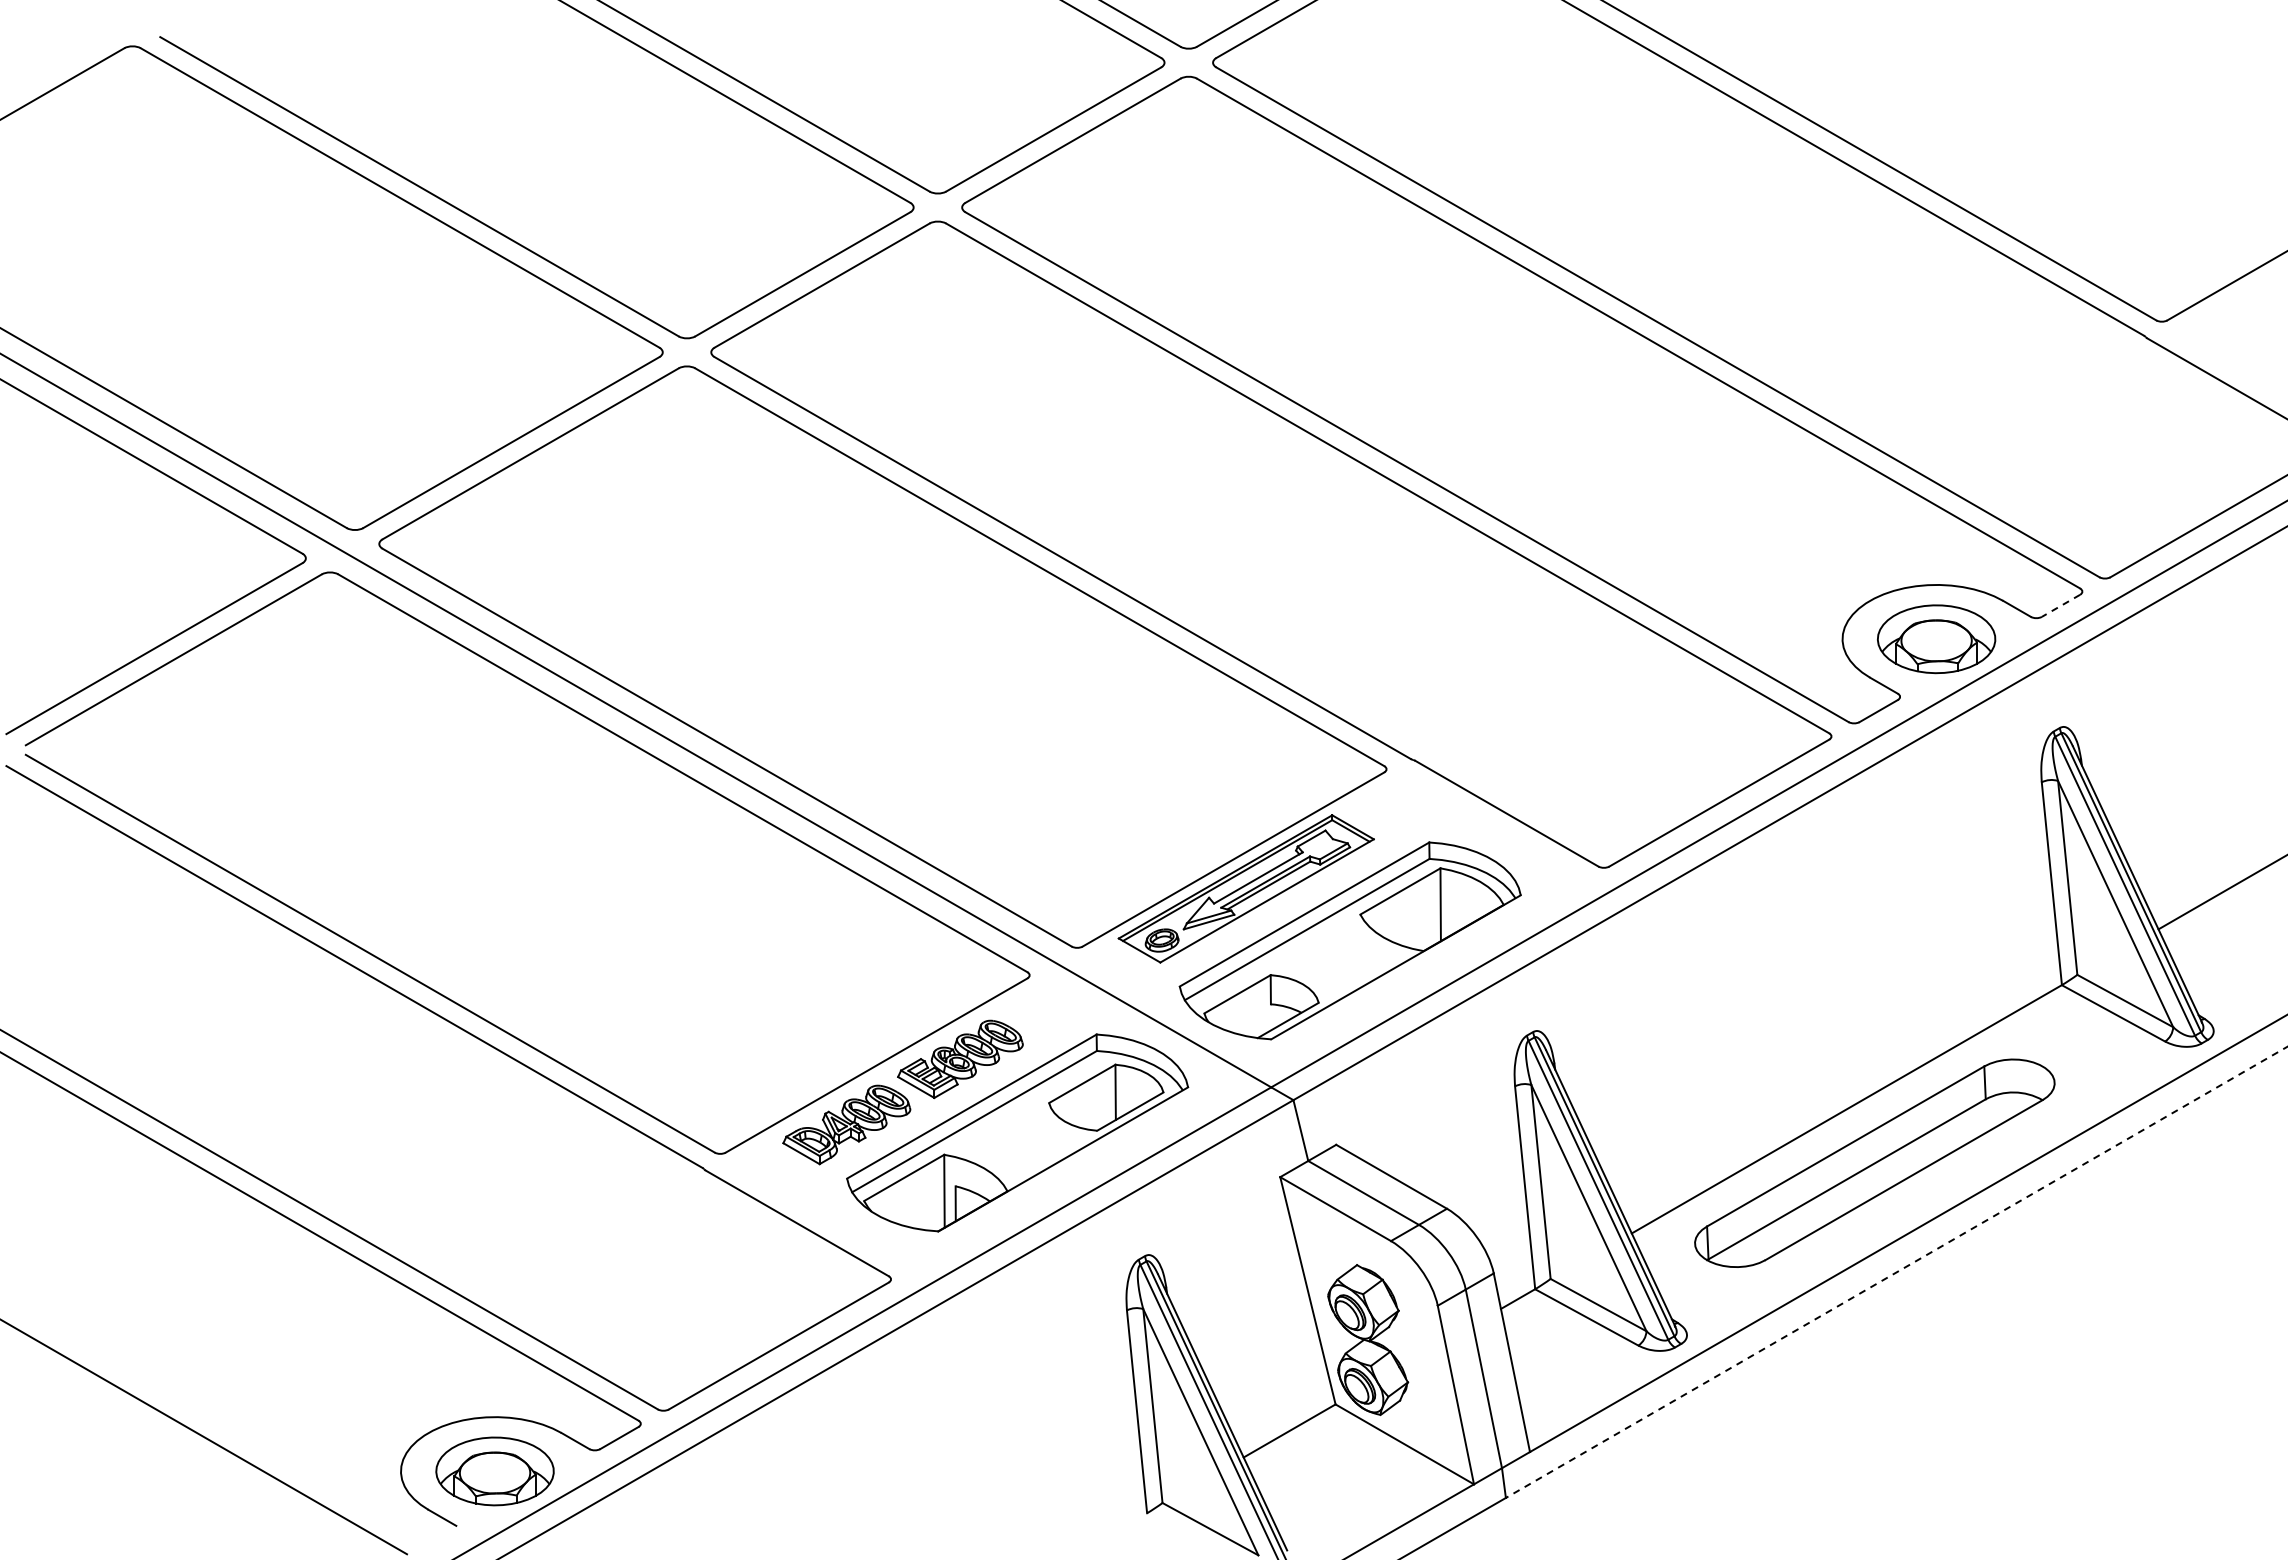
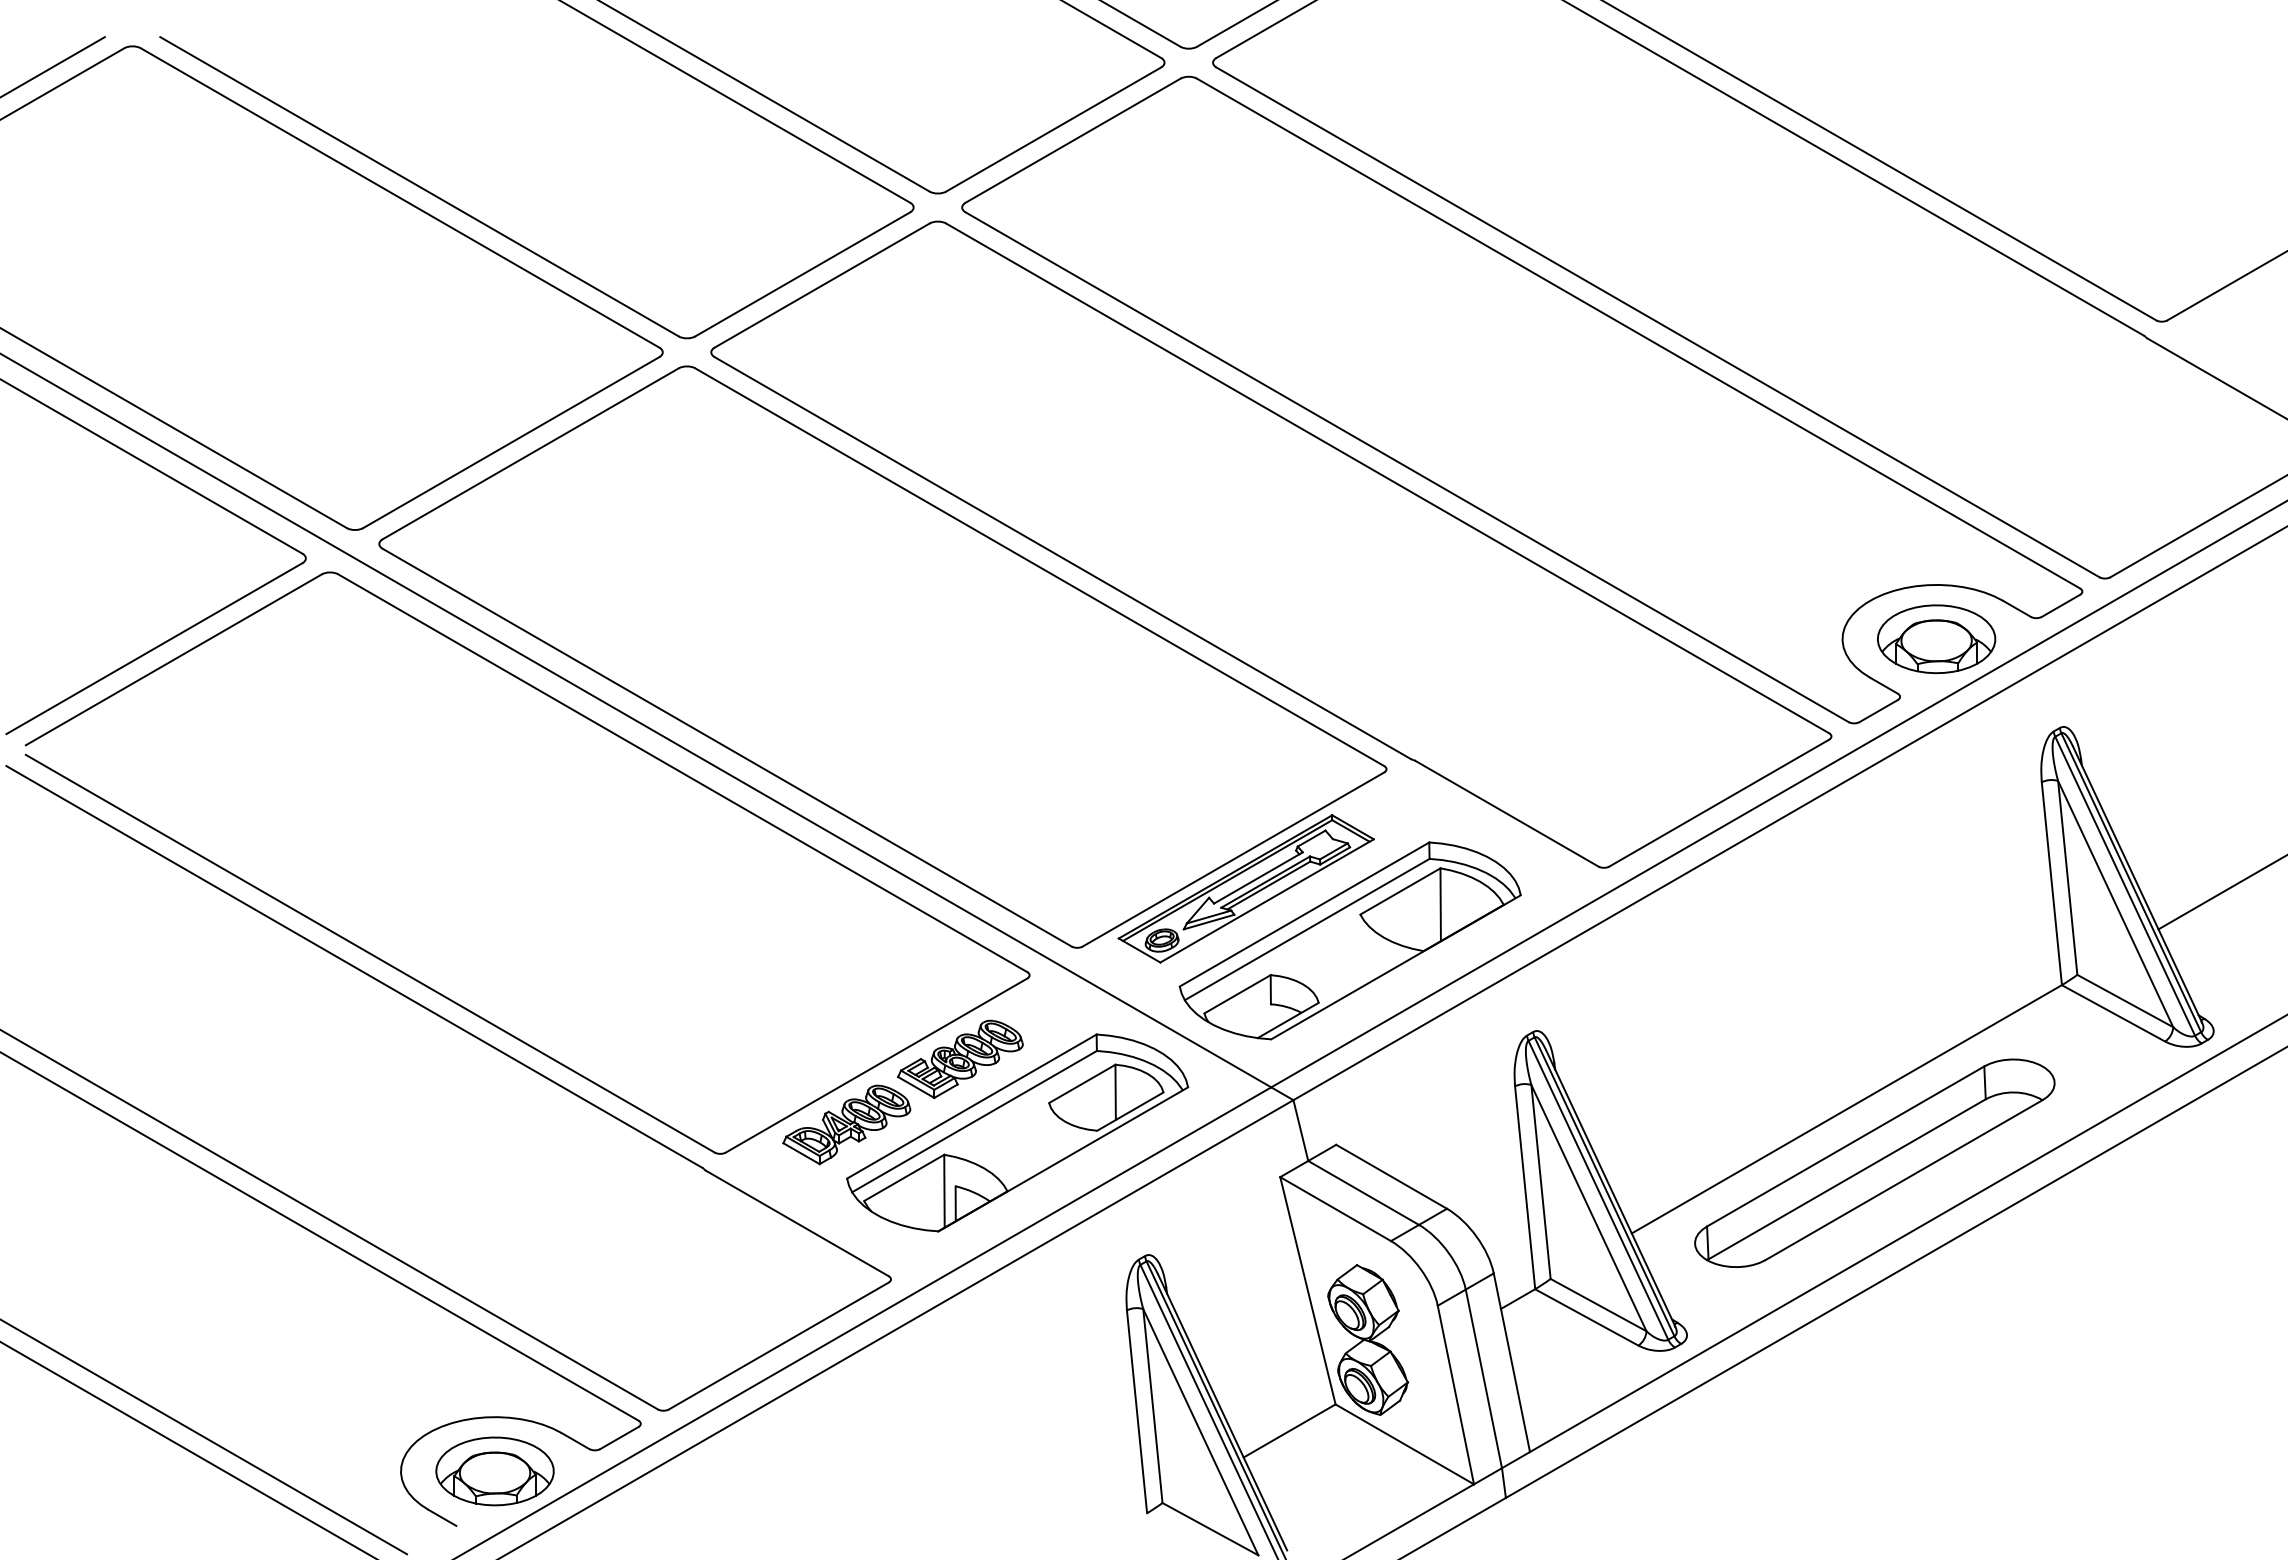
line at (53, 66): none -> present
line at (2060, 606): dashed -> solid
line at (1896, 1272): dashed -> solid
line at (187, 1449): none -> present
